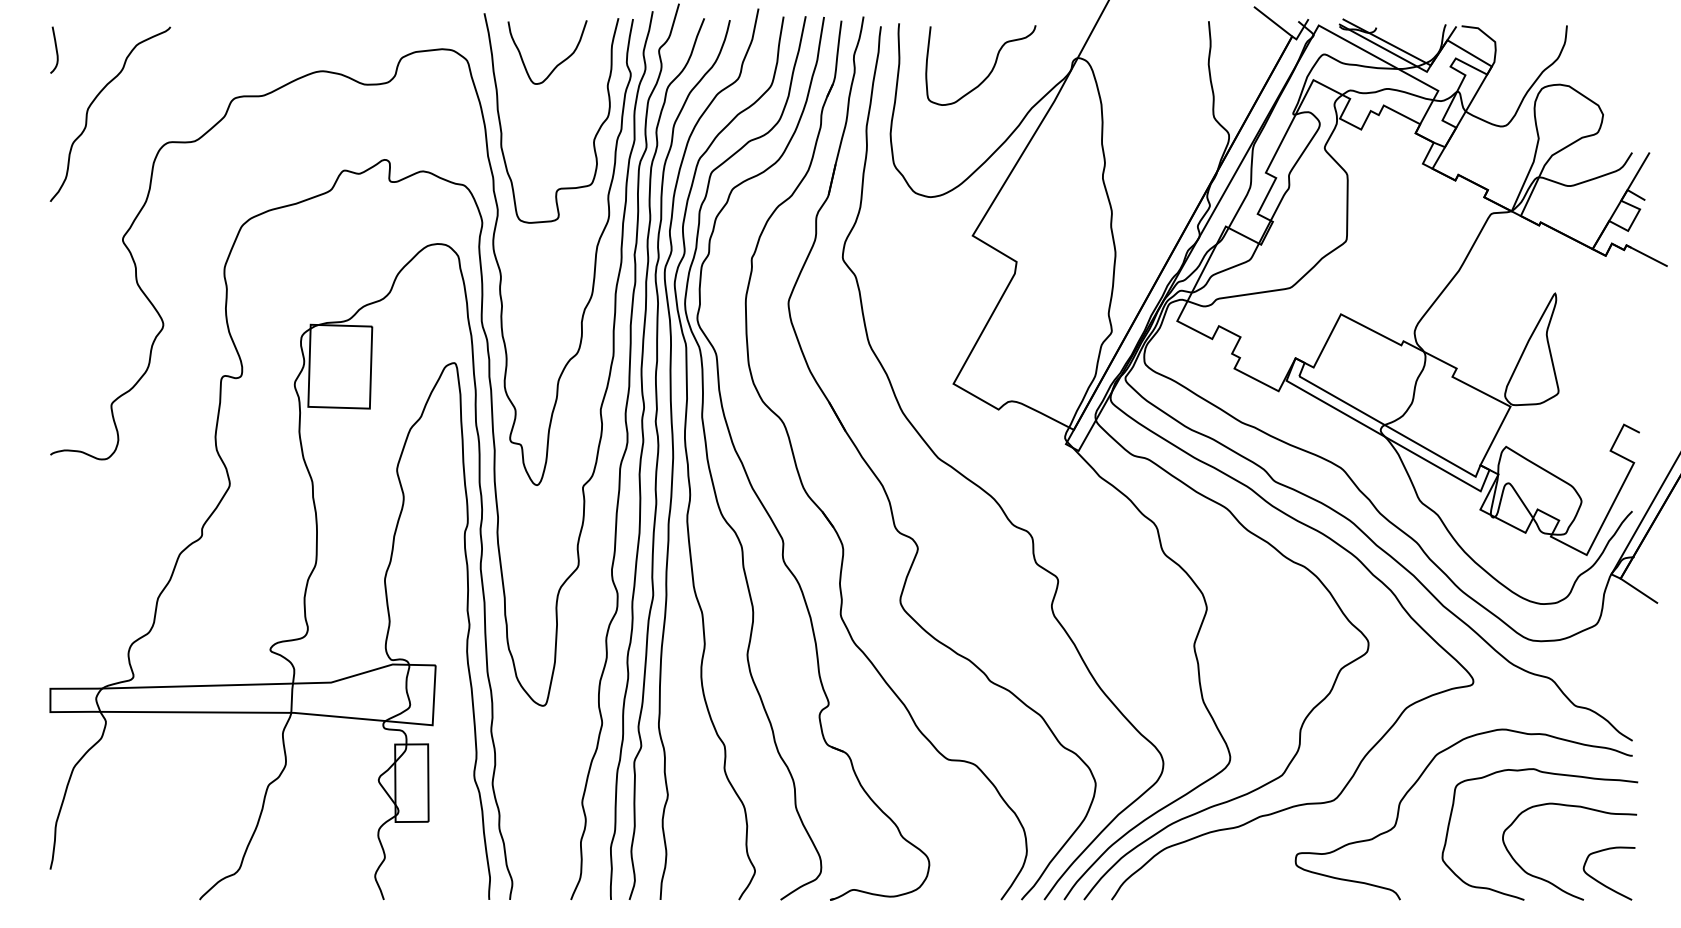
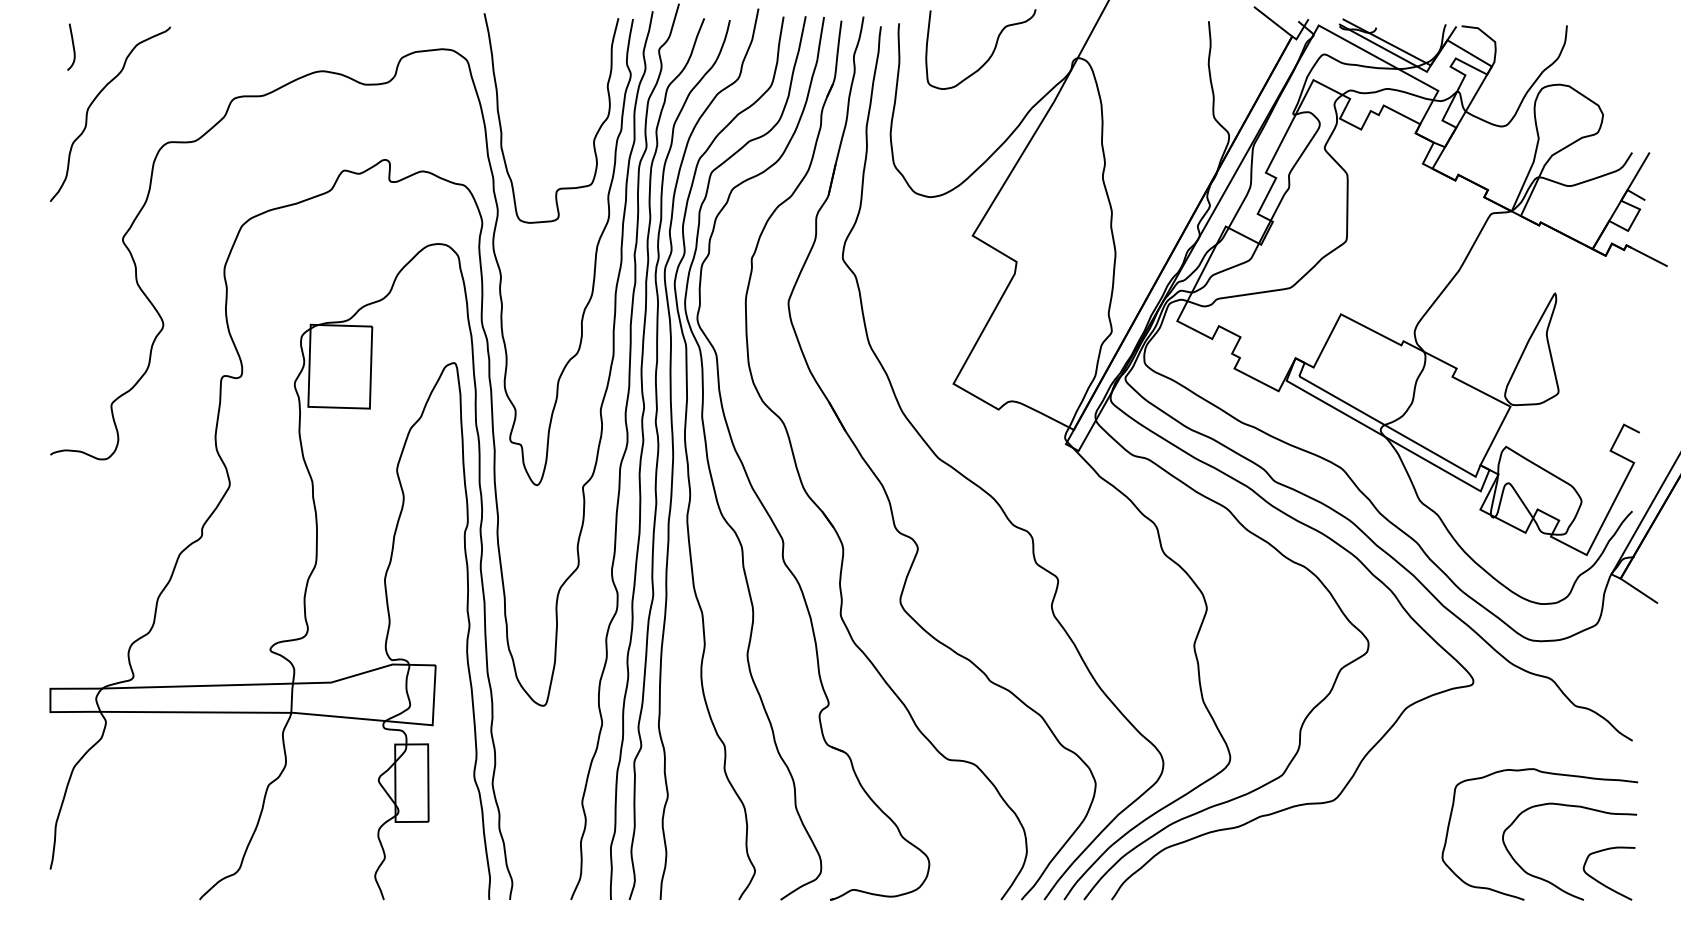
curve at (55, 49) position: (55, 49) -> (72, 46)
curve at (558, 63): present -> none
curve at (989, 72) position: (989, 72) -> (989, 56)
curve at (1419, 779): present -> none
